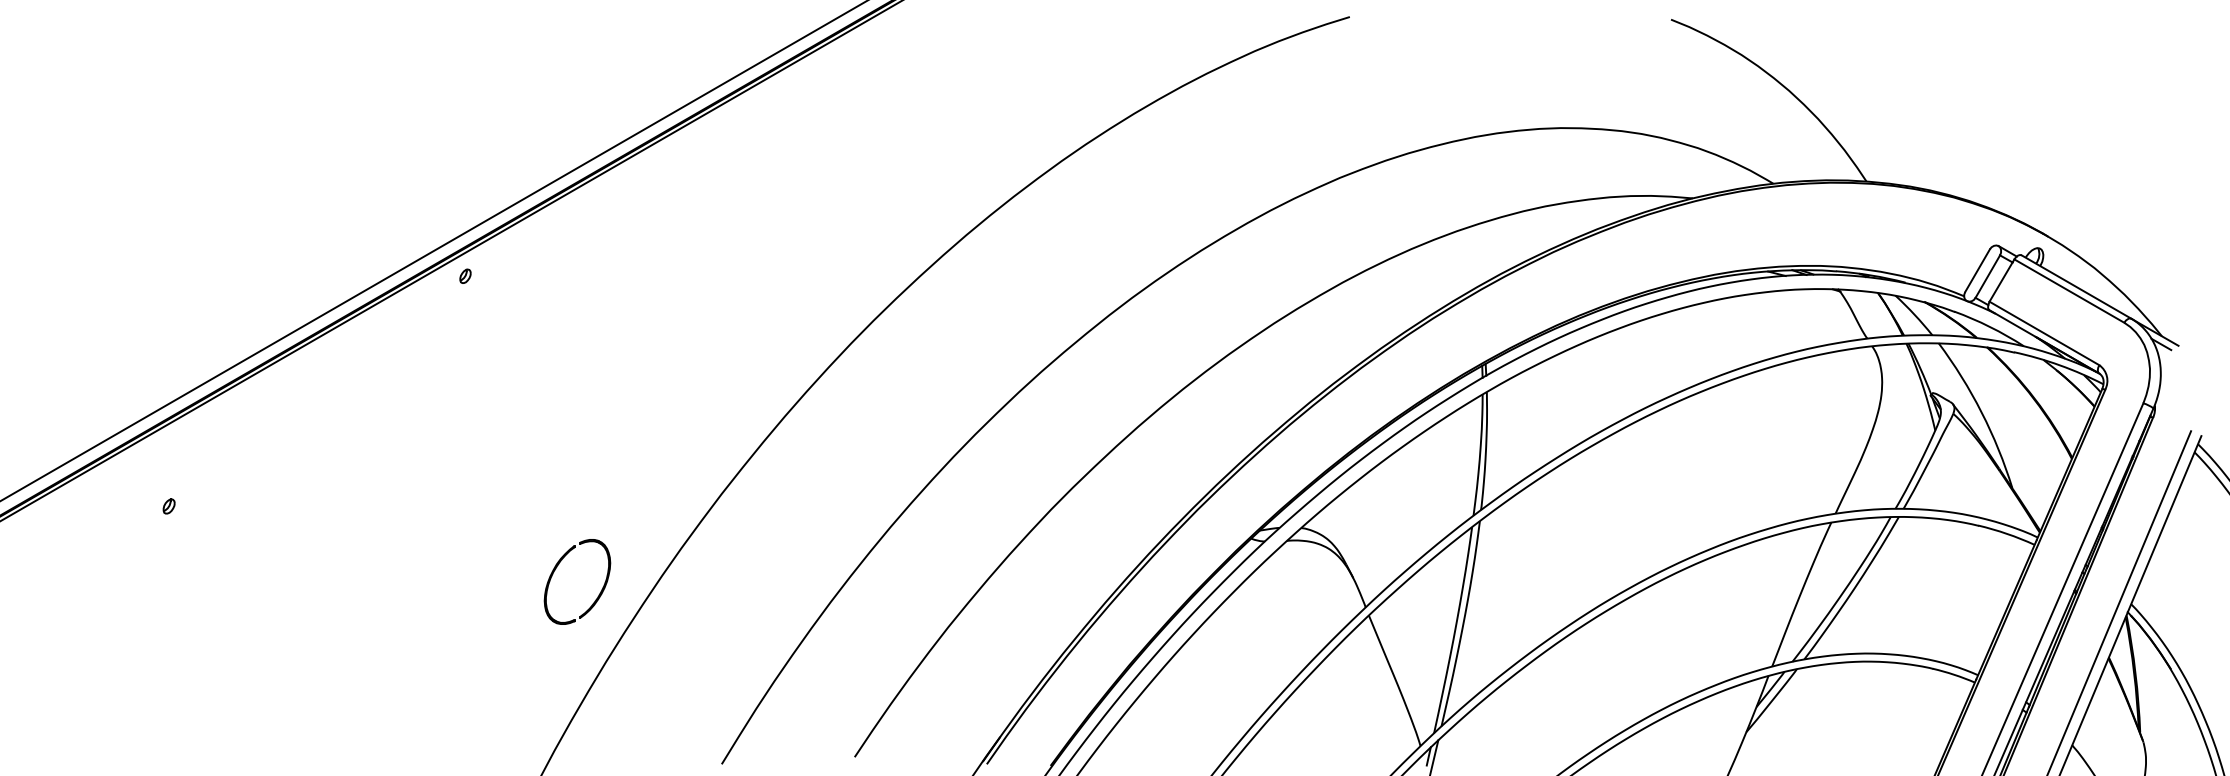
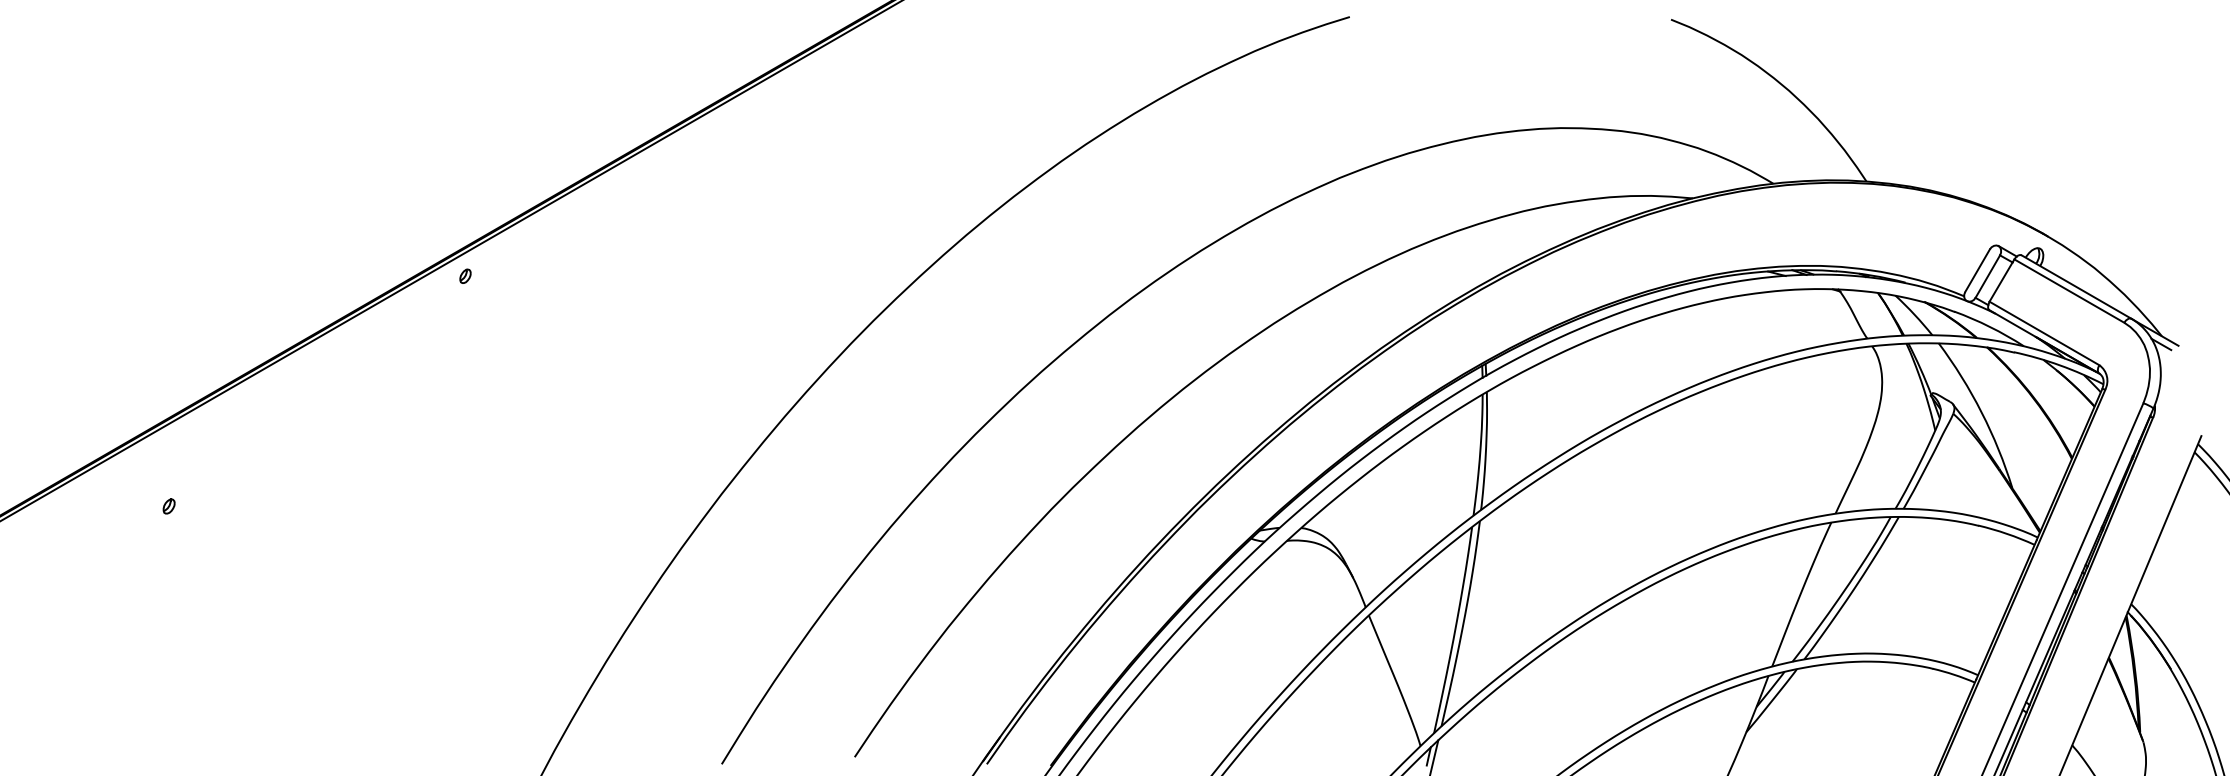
line at (433, 250): present -> none
part at (557, 567): present -> none
line at (2119, 601): present -> none
